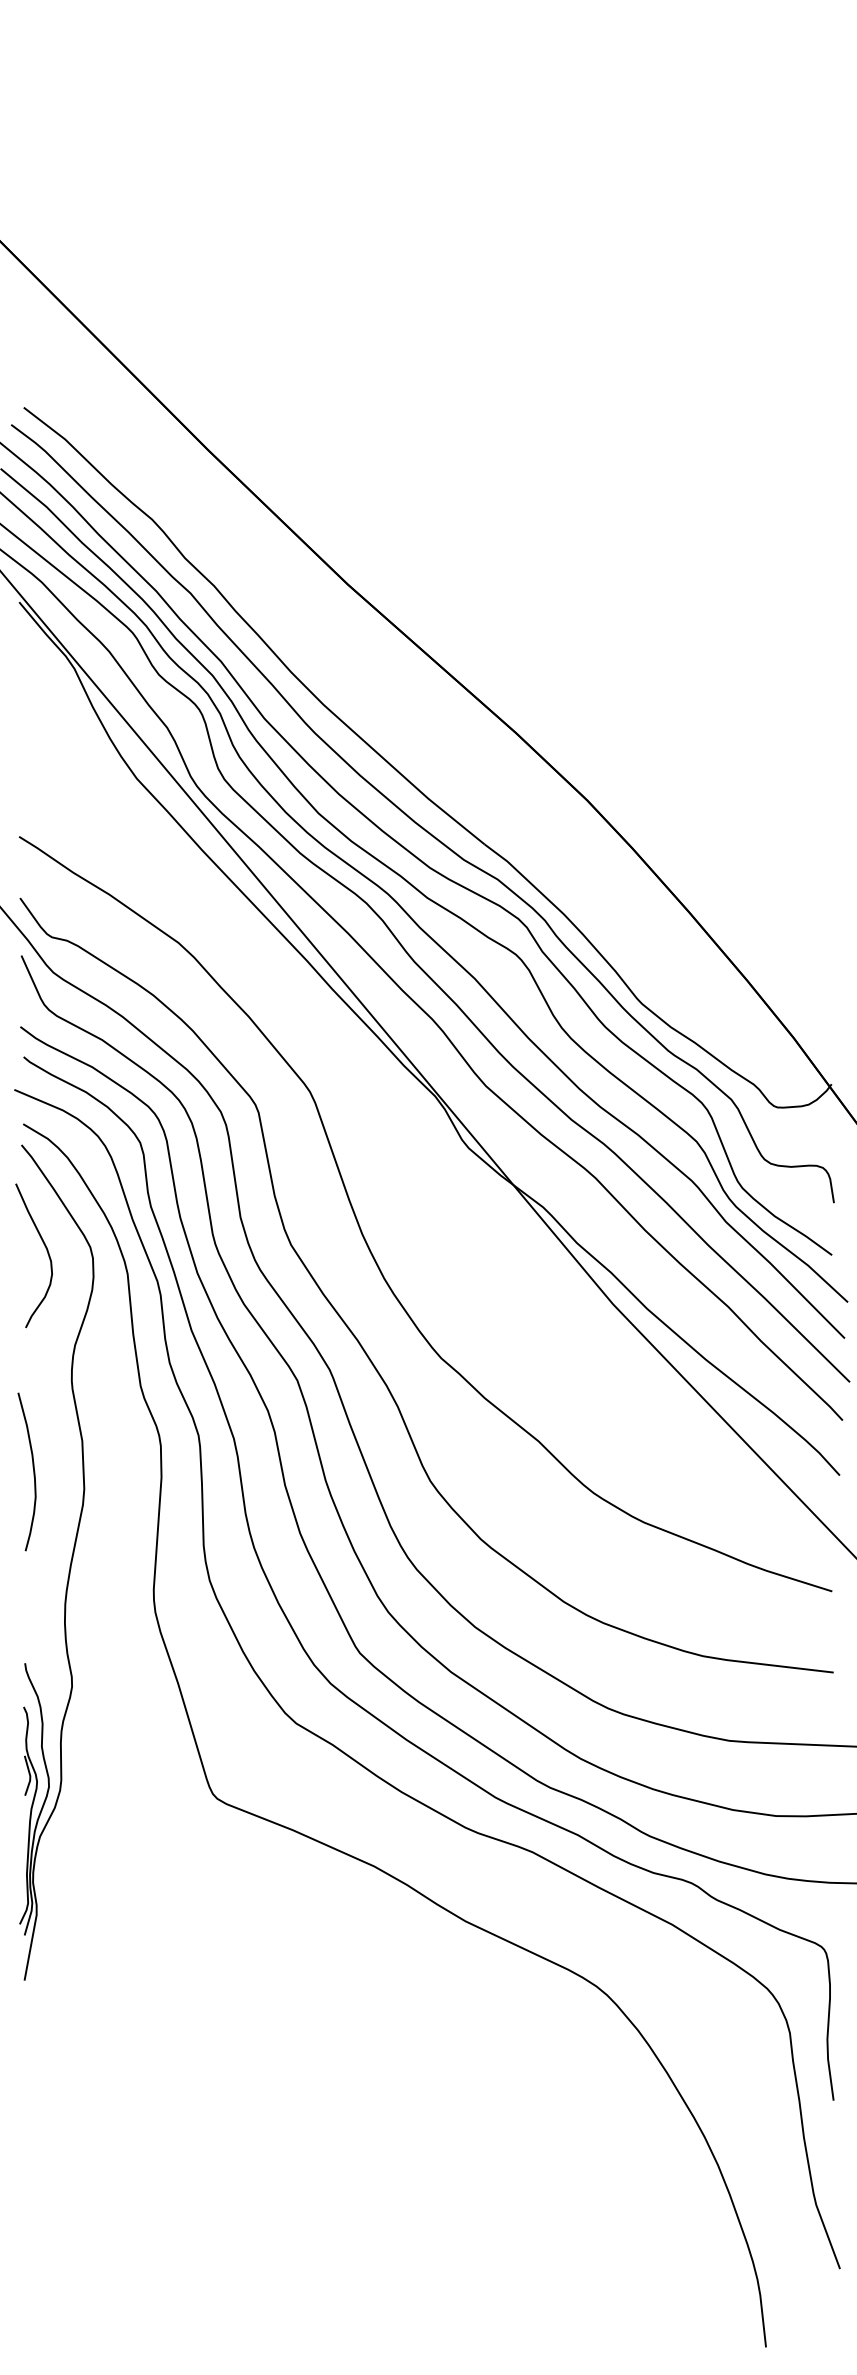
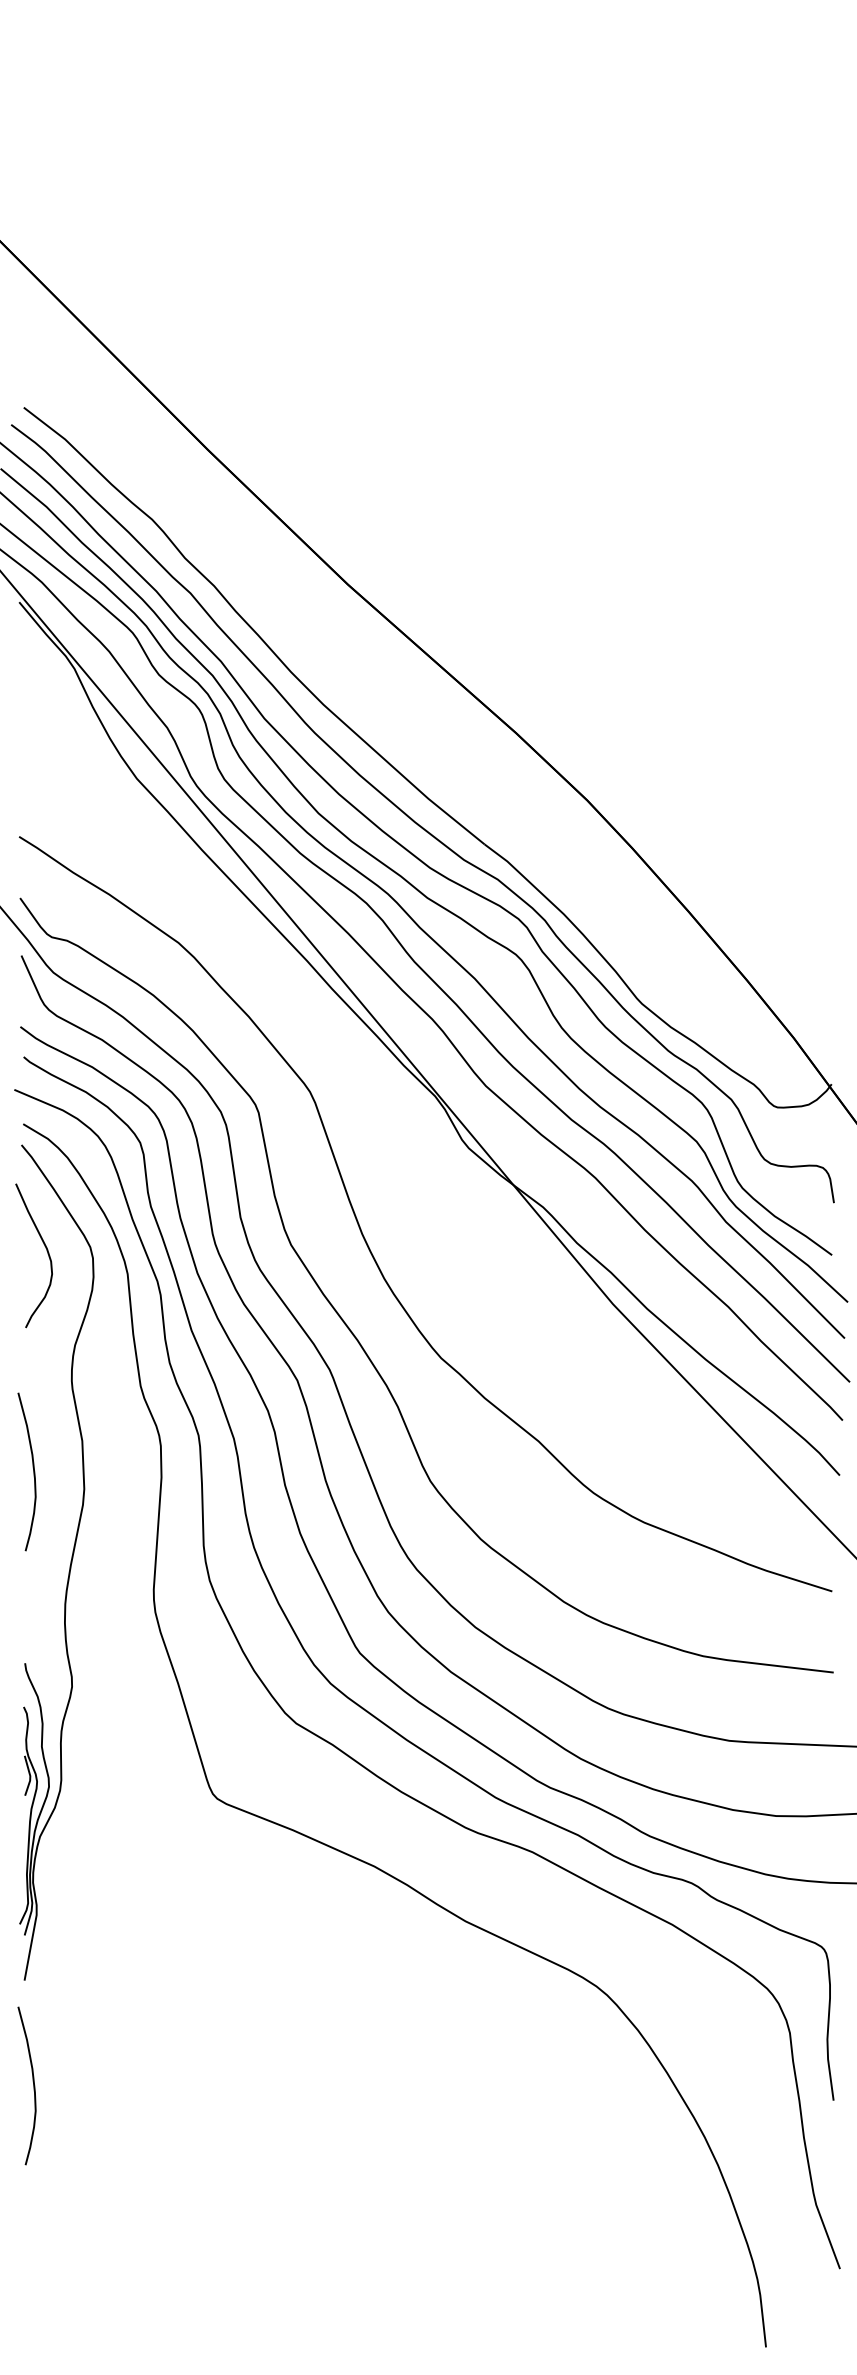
curve at (33, 2085): none -> present
